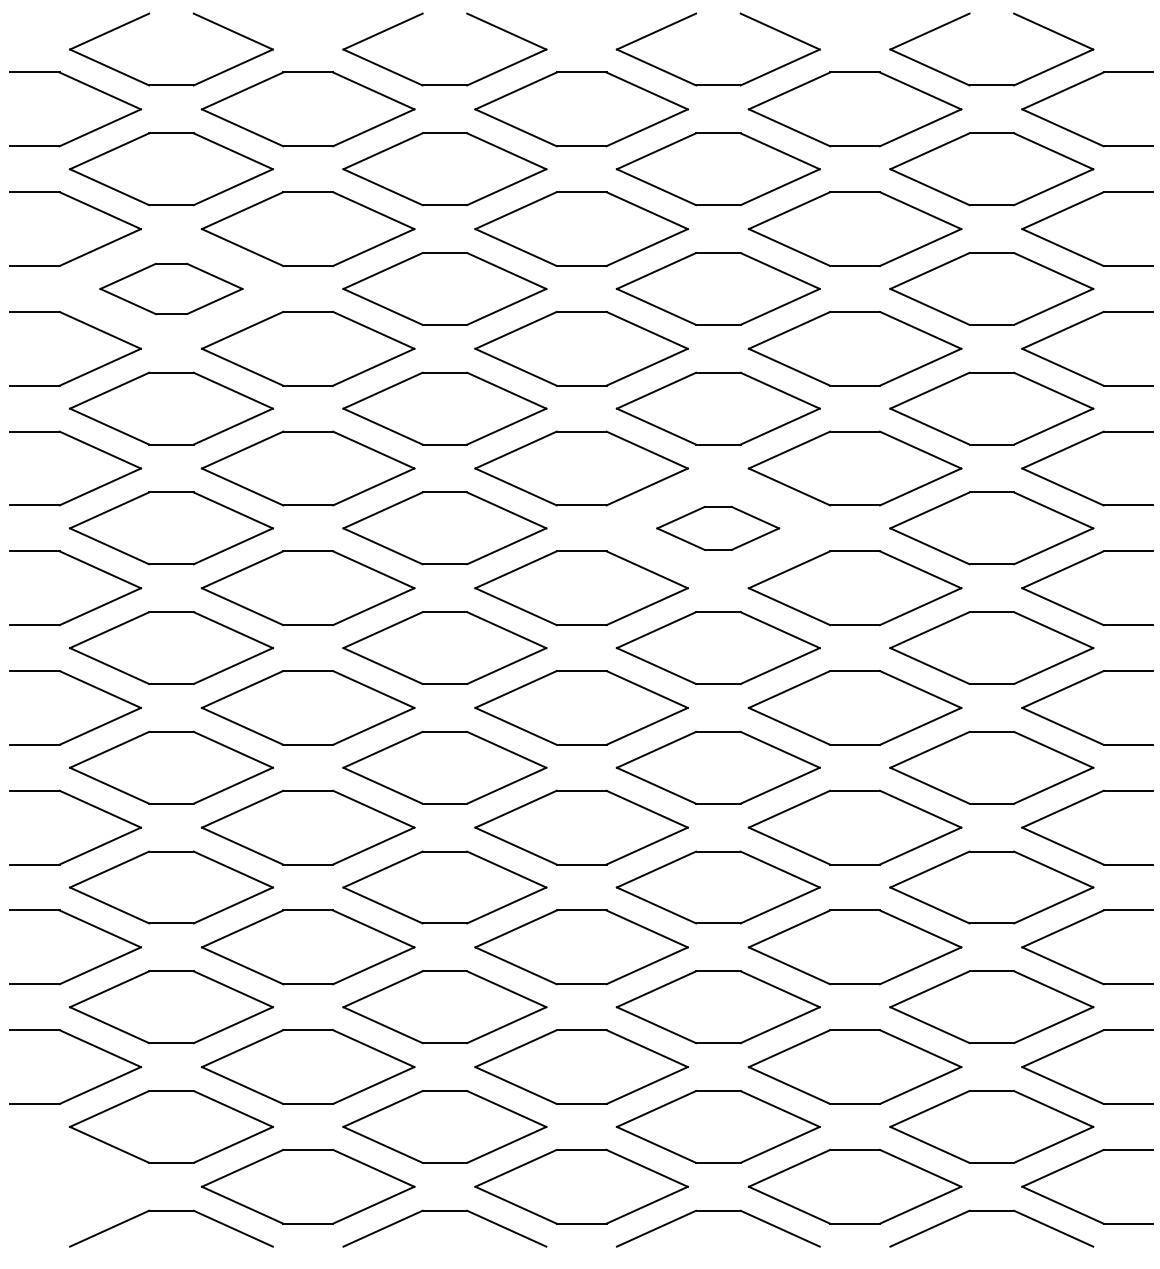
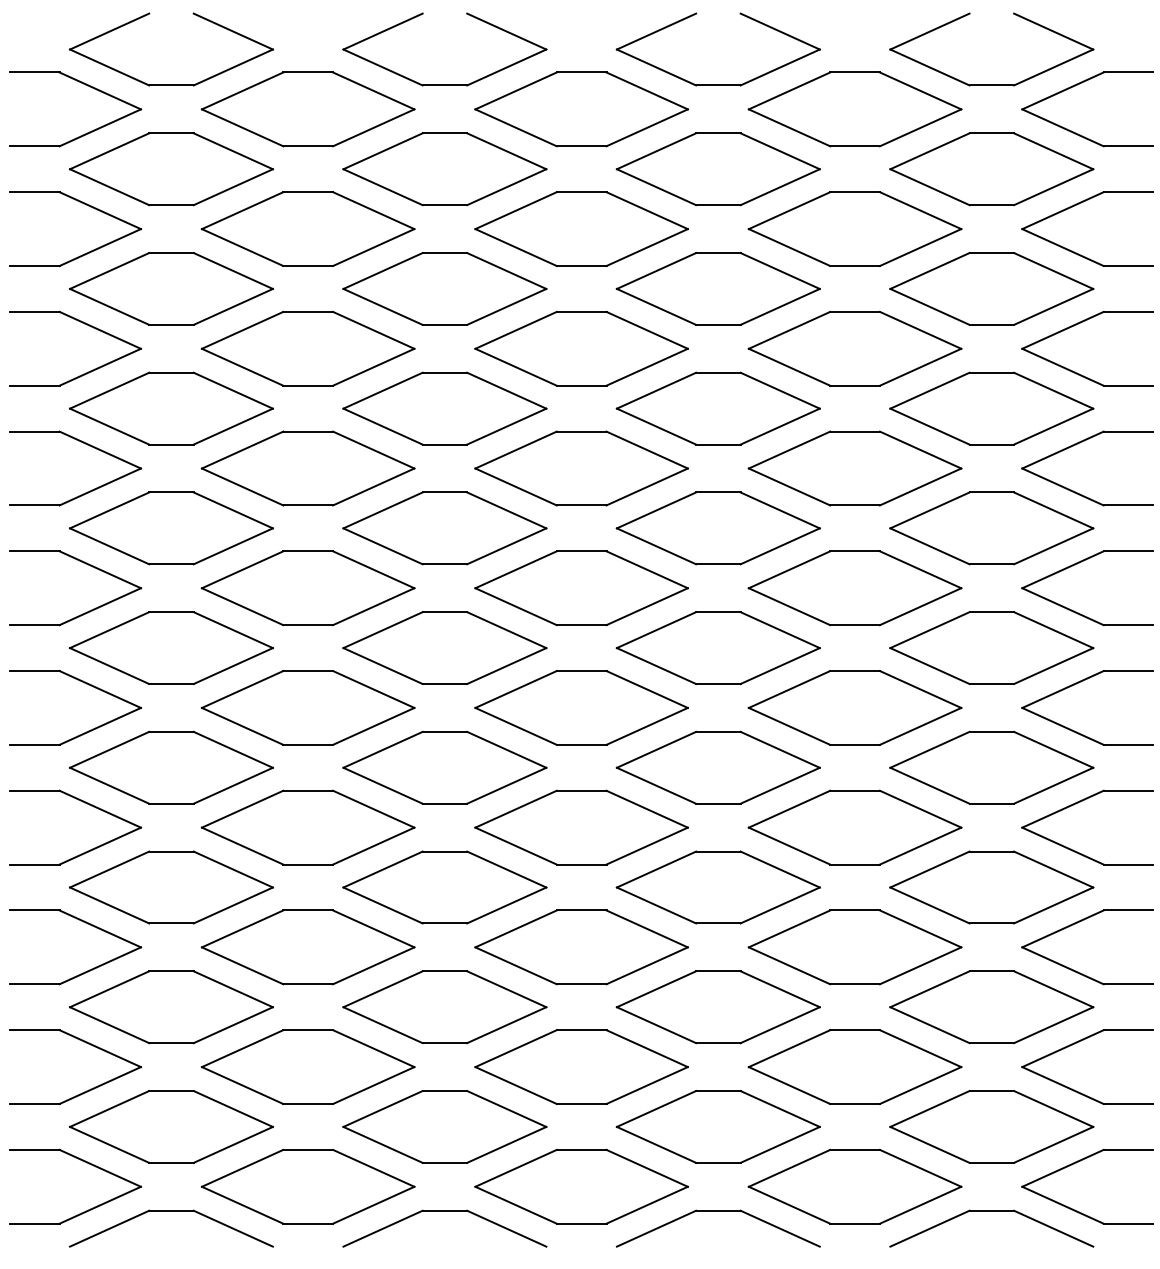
part at (171, 288) size: 145x54 px -> 205x74 px
part at (718, 527) size: 125x46 px -> 206x75 px
part at (86, 1163): none -> present
